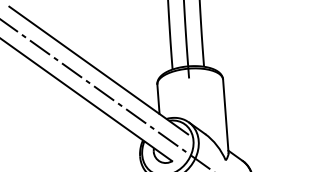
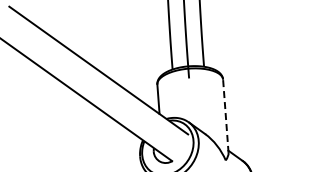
line at (105, 94): present -> none
line at (225, 116): solid -> dashed
